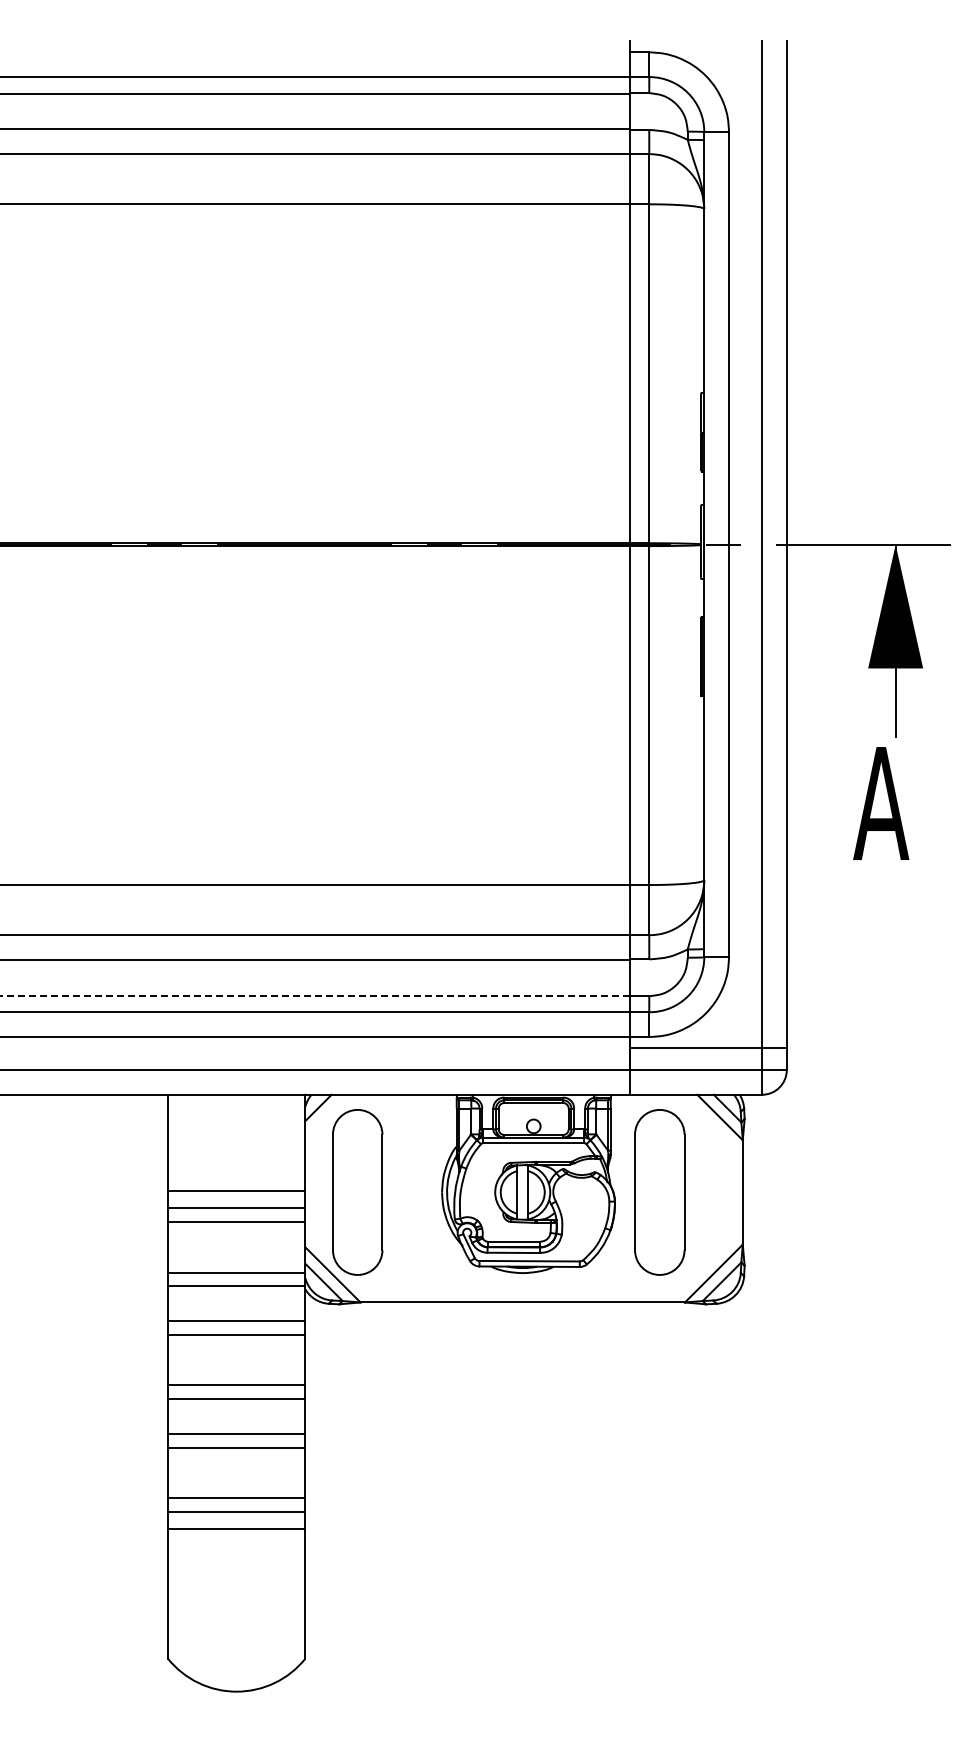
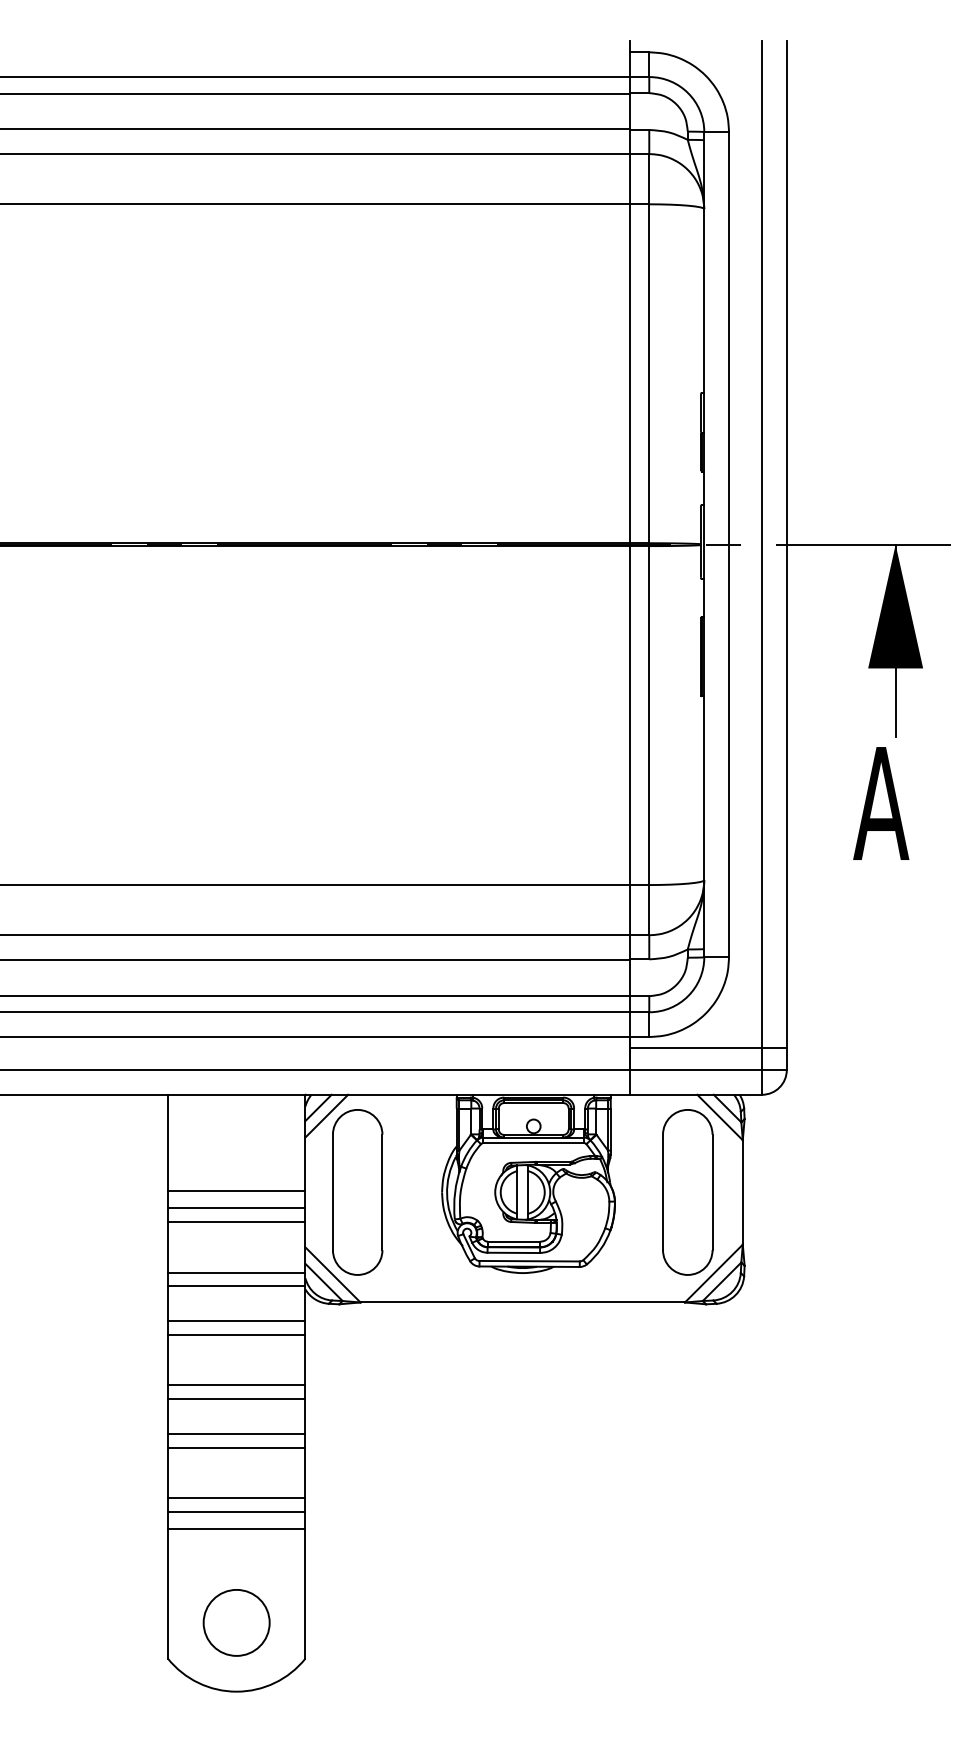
line at (315, 995): dashed -> solid
line at (326, 1115): none -> present
part at (659, 1192) position: (659, 1192) -> (687, 1192)
circle at (236, 1622): none -> present
